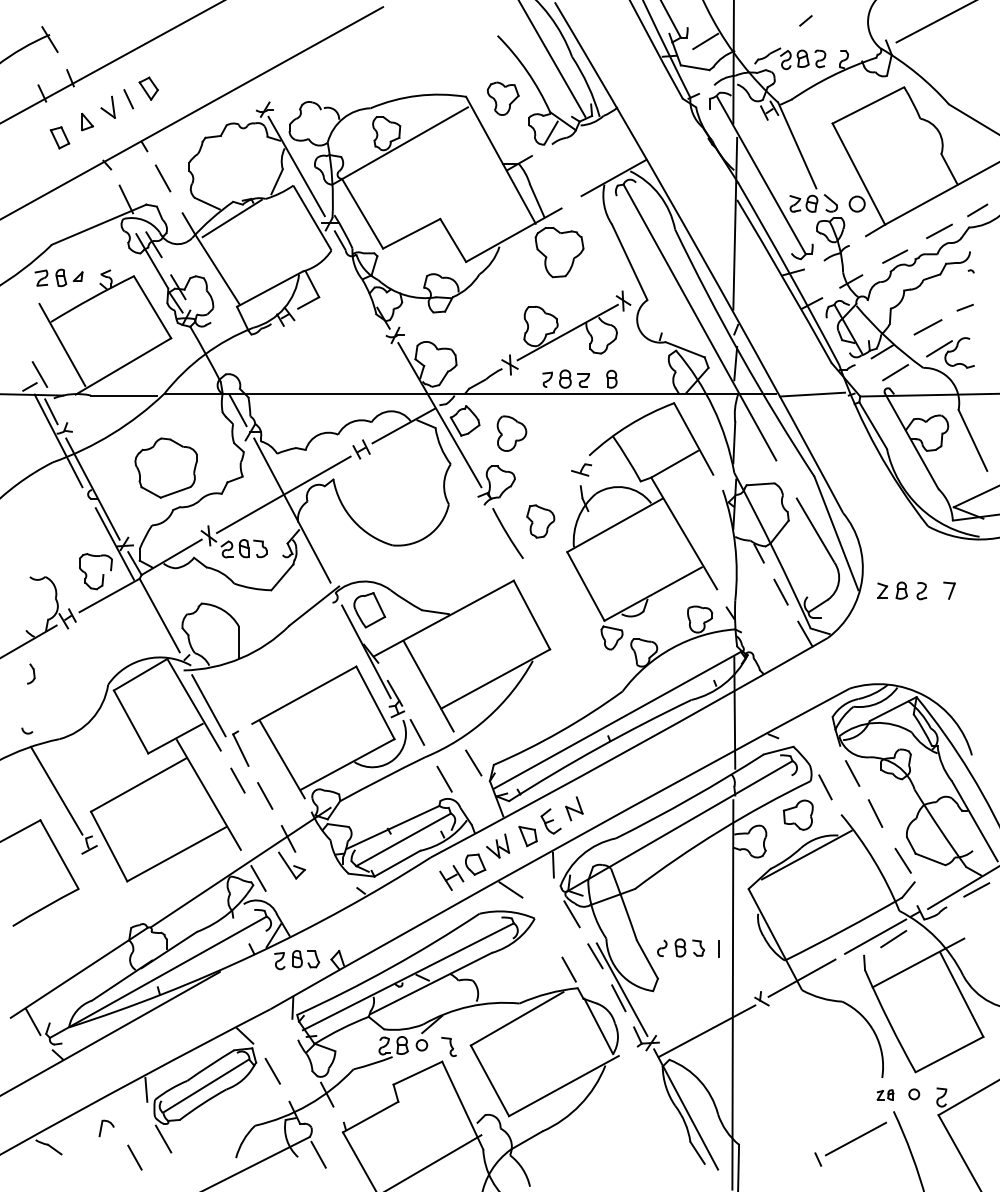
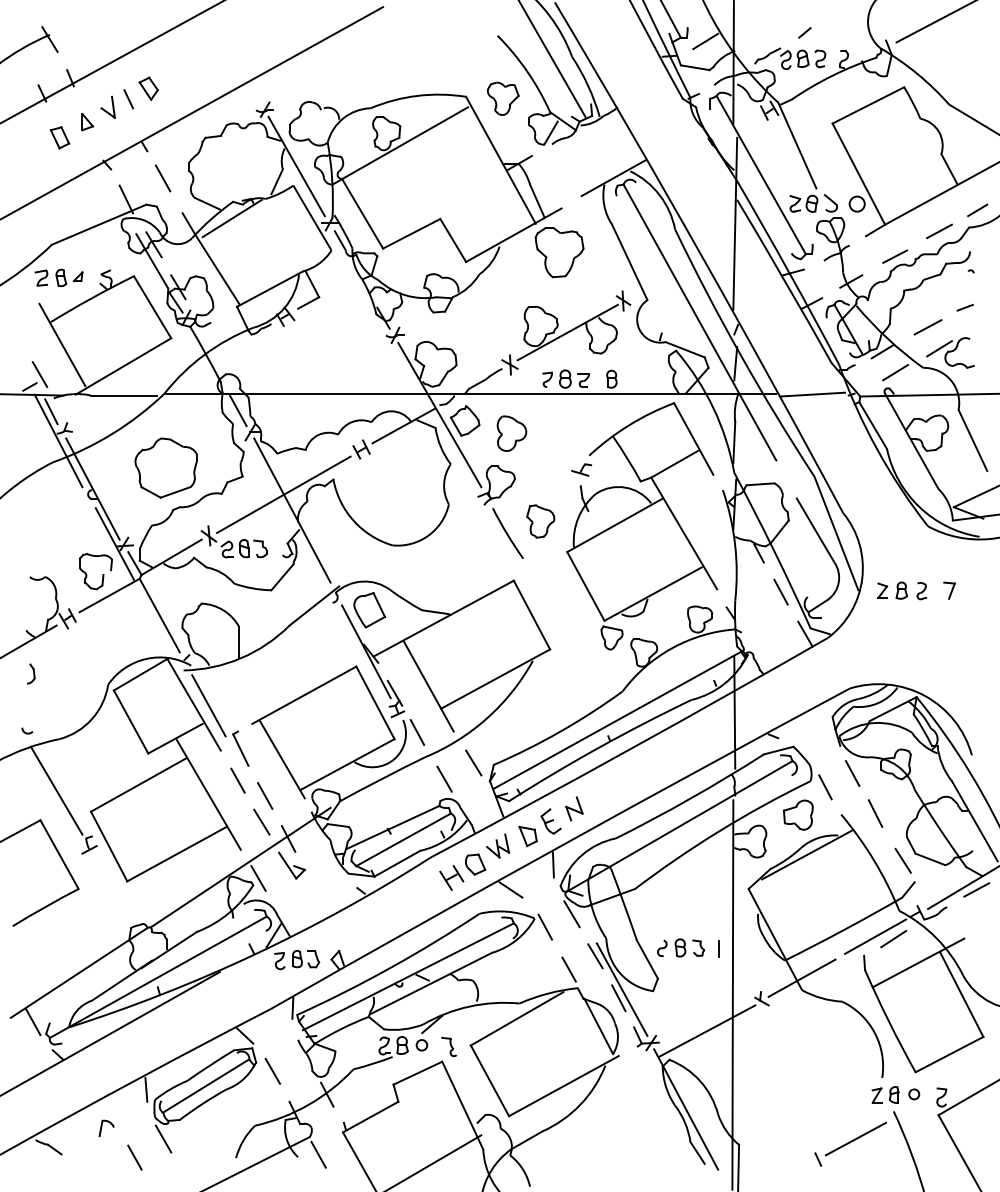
line at (805, 20) position: (805, 20) -> (804, 32)
line at (261, 821): none -> present
line at (545, 926): none -> present
part at (885, 1094) size: 19x12 px -> 29x18 px
